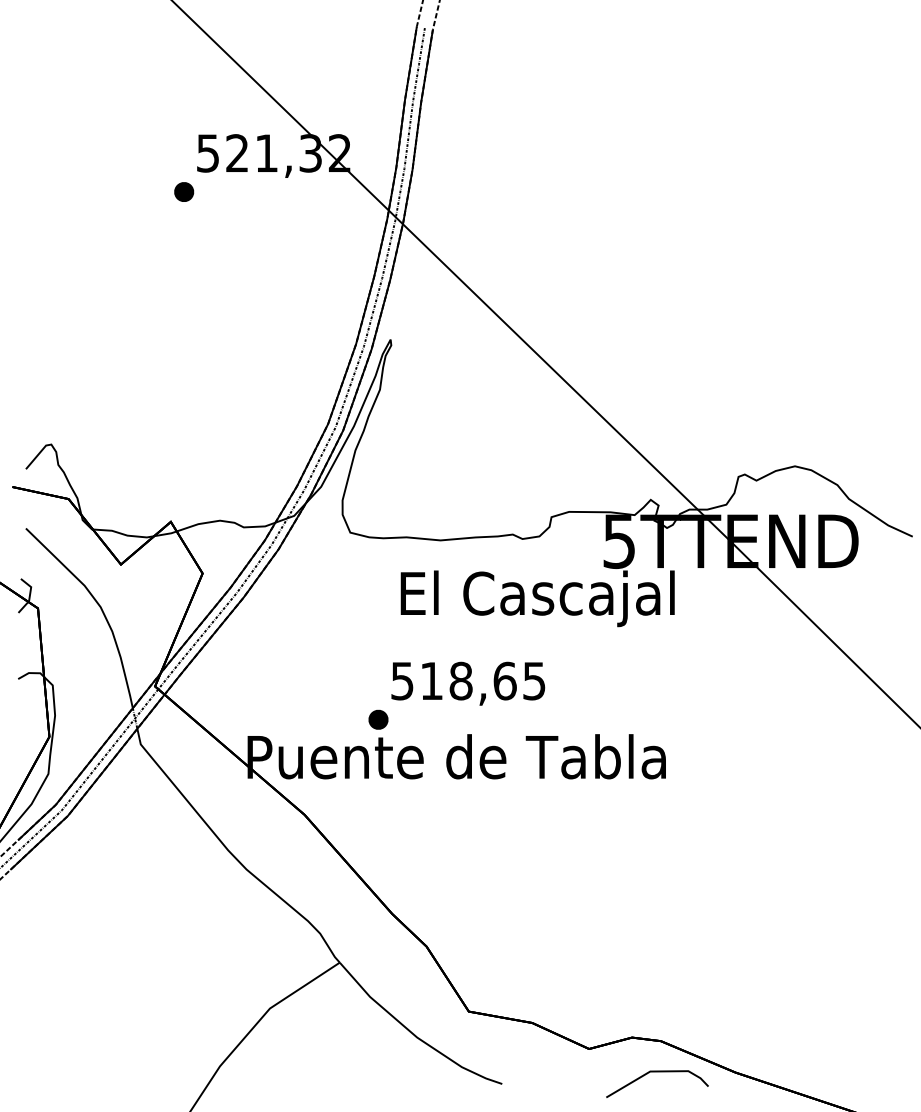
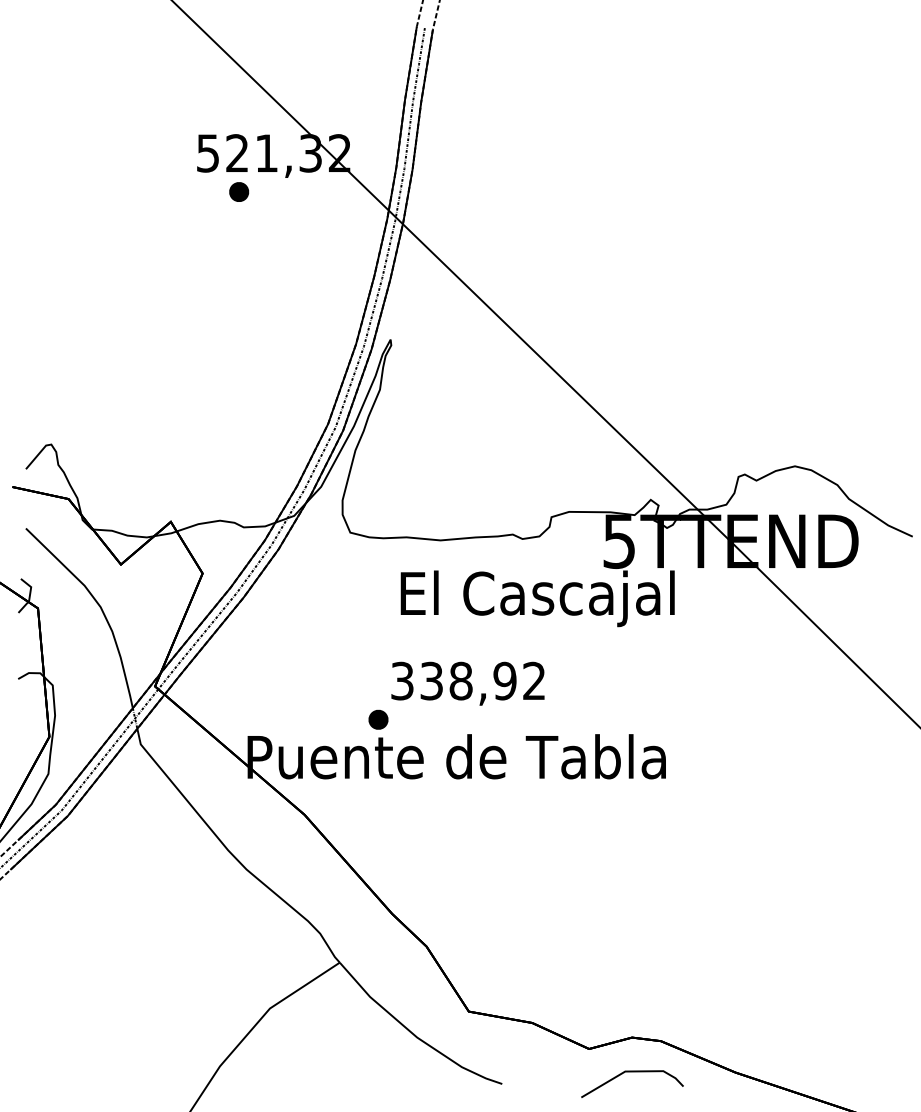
part at (184, 191) position: (184, 191) -> (239, 191)
text at (468, 680): 518,65 -> 338,92
part at (657, 1072) position: (657, 1072) -> (632, 1072)
